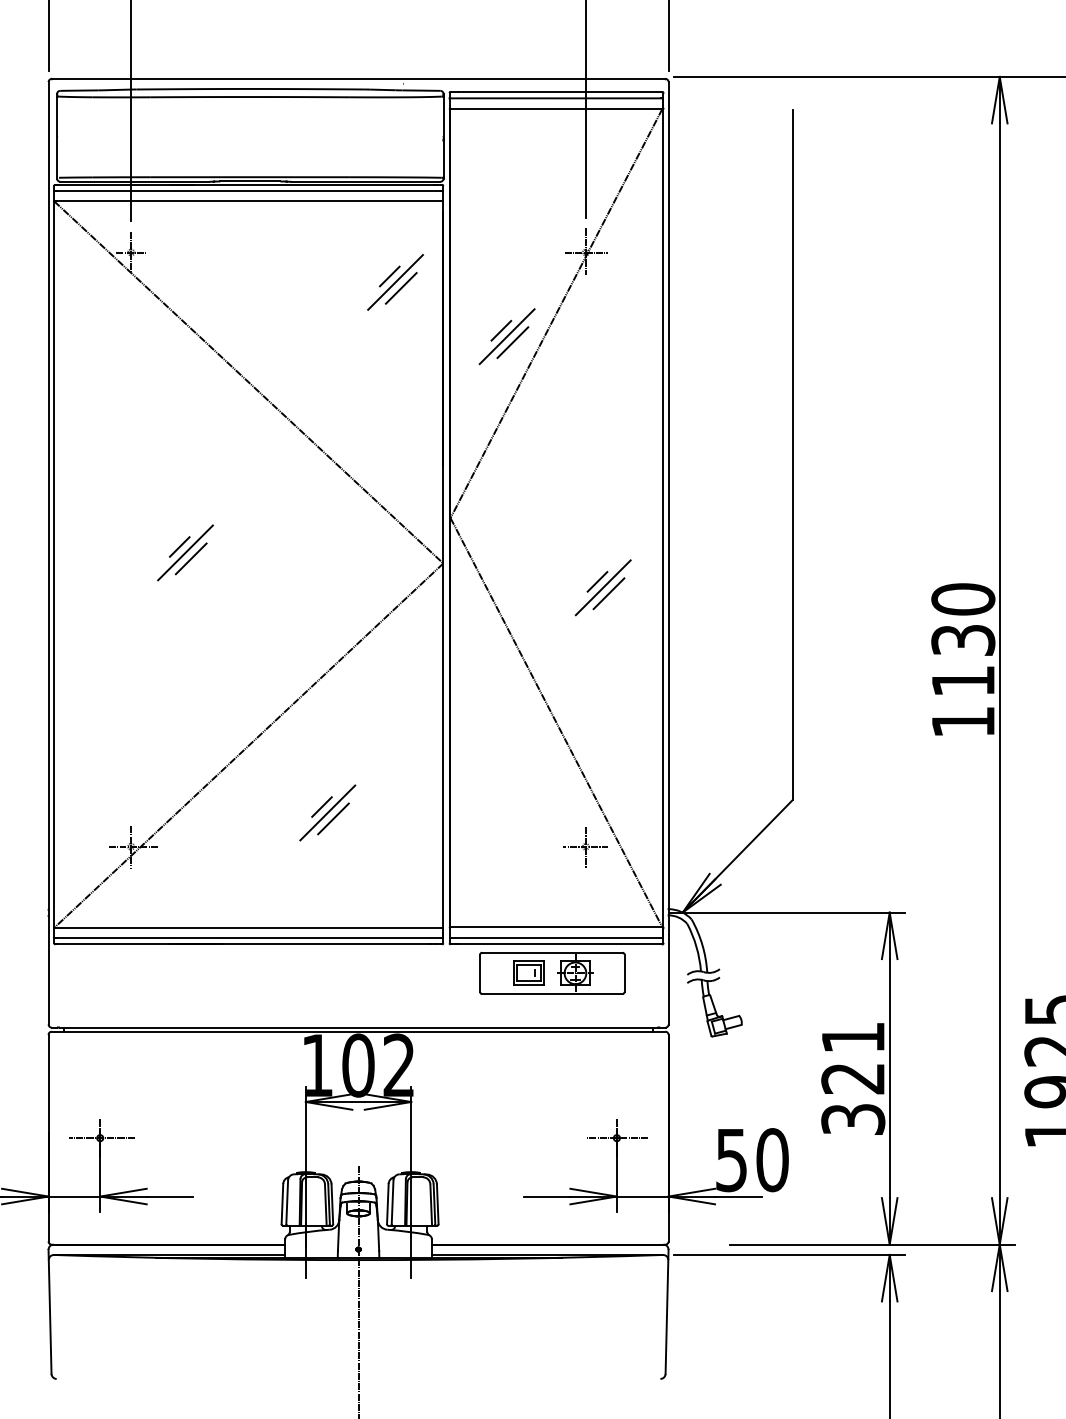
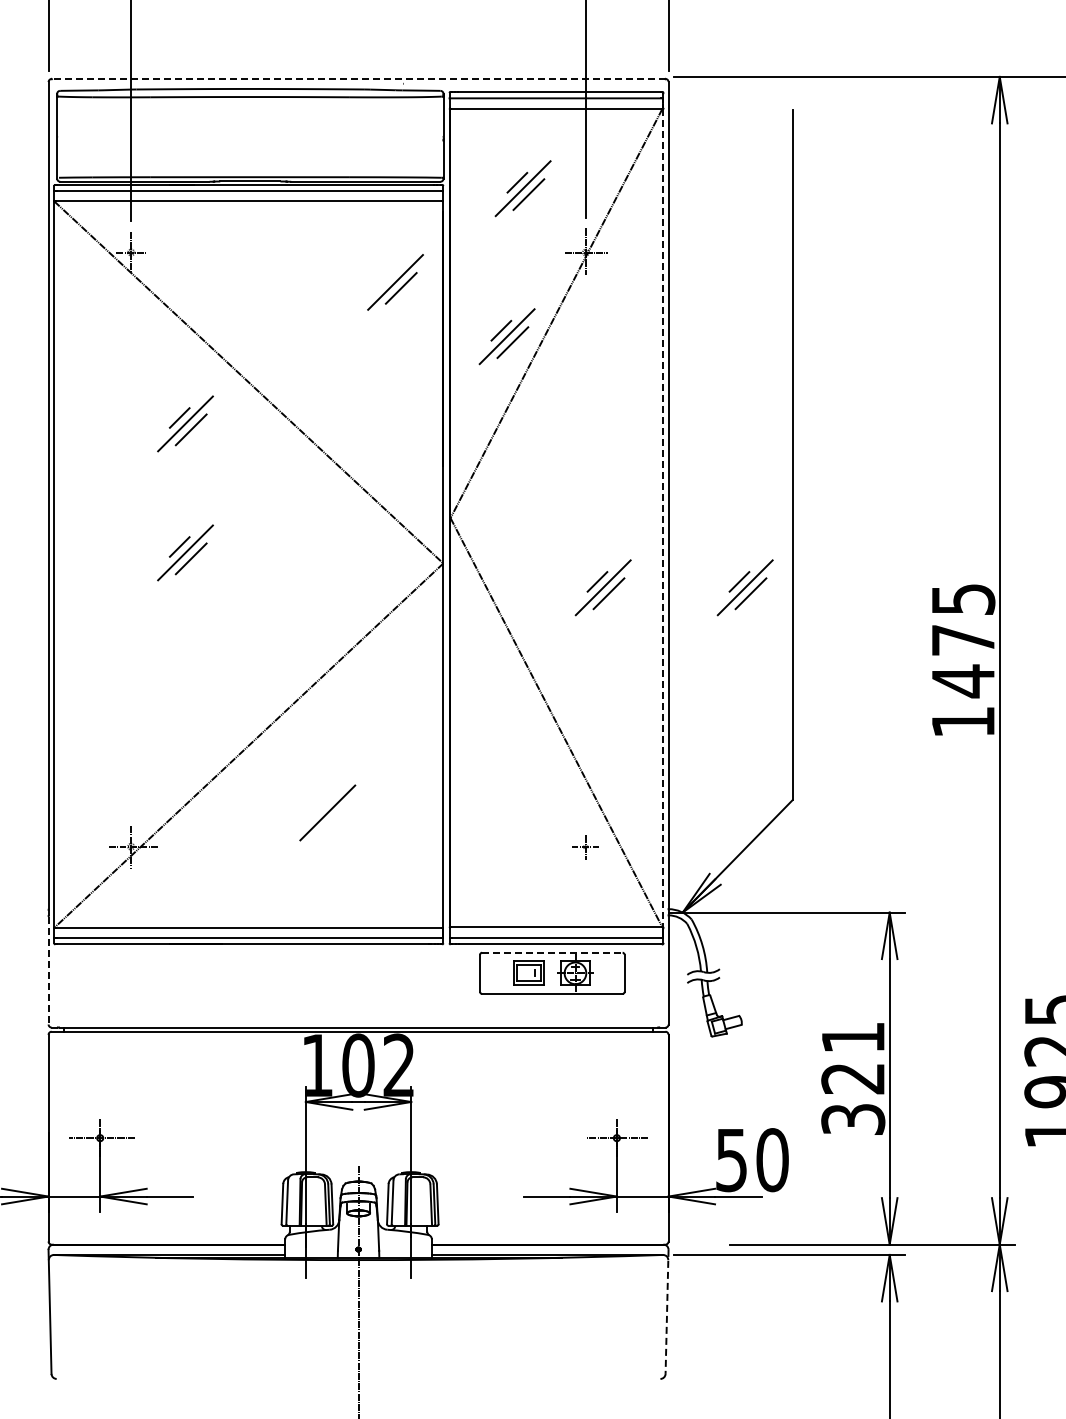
line at (358, 78): solid -> dashed
part at (522, 188): none -> present
line at (389, 276): present -> none
part at (185, 423): none -> present
line at (663, 517): solid -> dashed
part at (744, 587): none -> present
text at (963, 640): 1130 -> 1475
line at (321, 806): present -> none
line at (333, 818): present -> none
part at (585, 847) size: 45x41 px -> 27x25 px
line at (552, 952): solid -> dashed
line at (48, 970): solid -> dashed
line at (667, 1312): solid -> dashed
